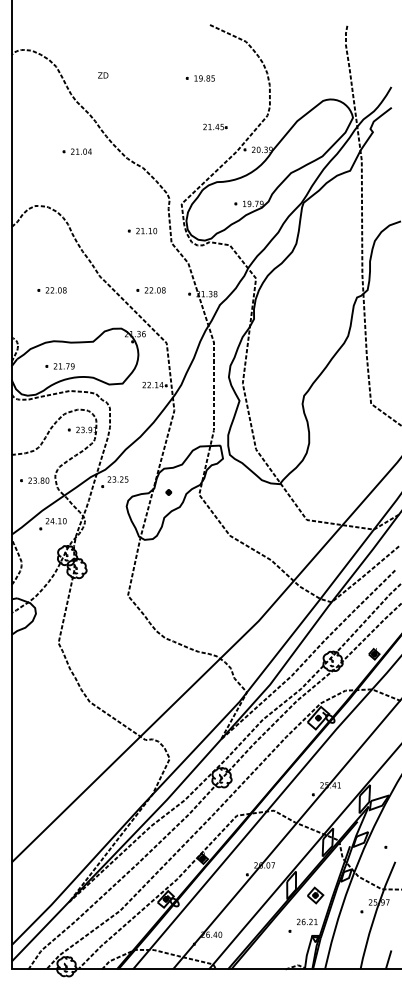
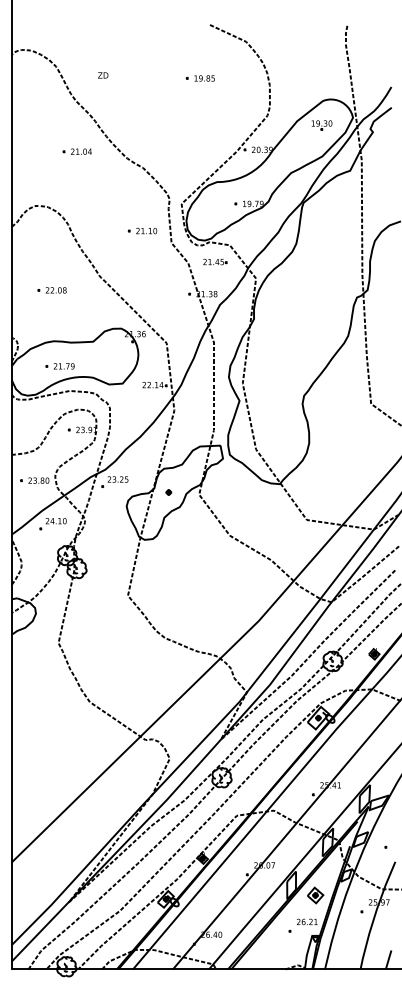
part at (321, 125): none -> present
part at (215, 126) position: (215, 126) -> (215, 261)
part at (150, 290): present -> none
